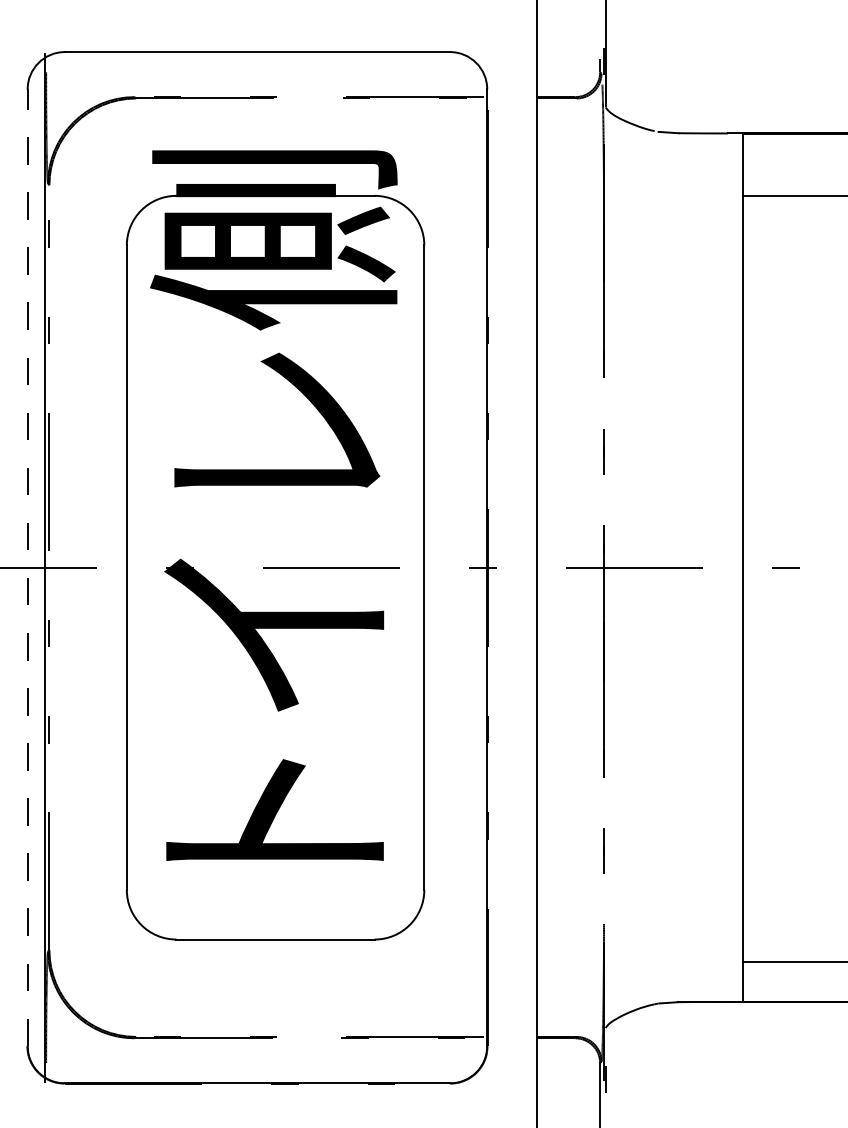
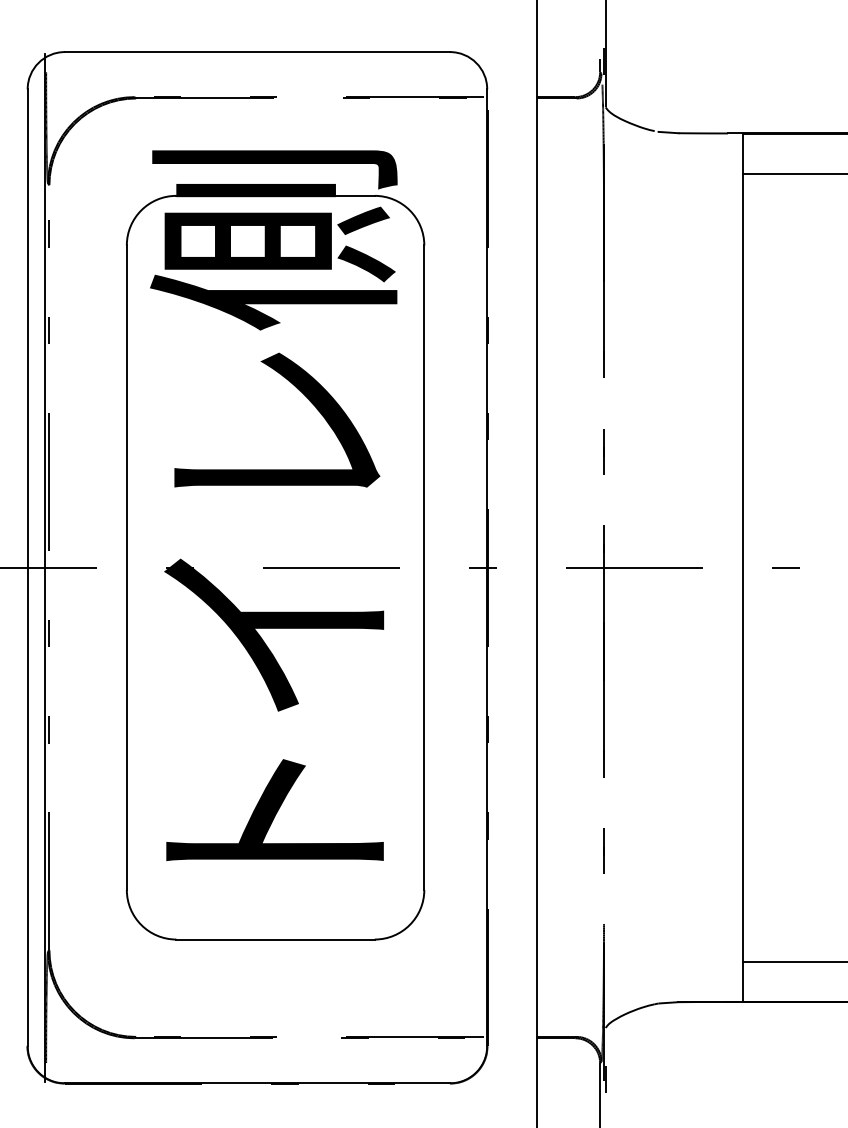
line at (793, 195) position: (793, 195) -> (793, 173)
line at (27, 567): dashed -> solid
